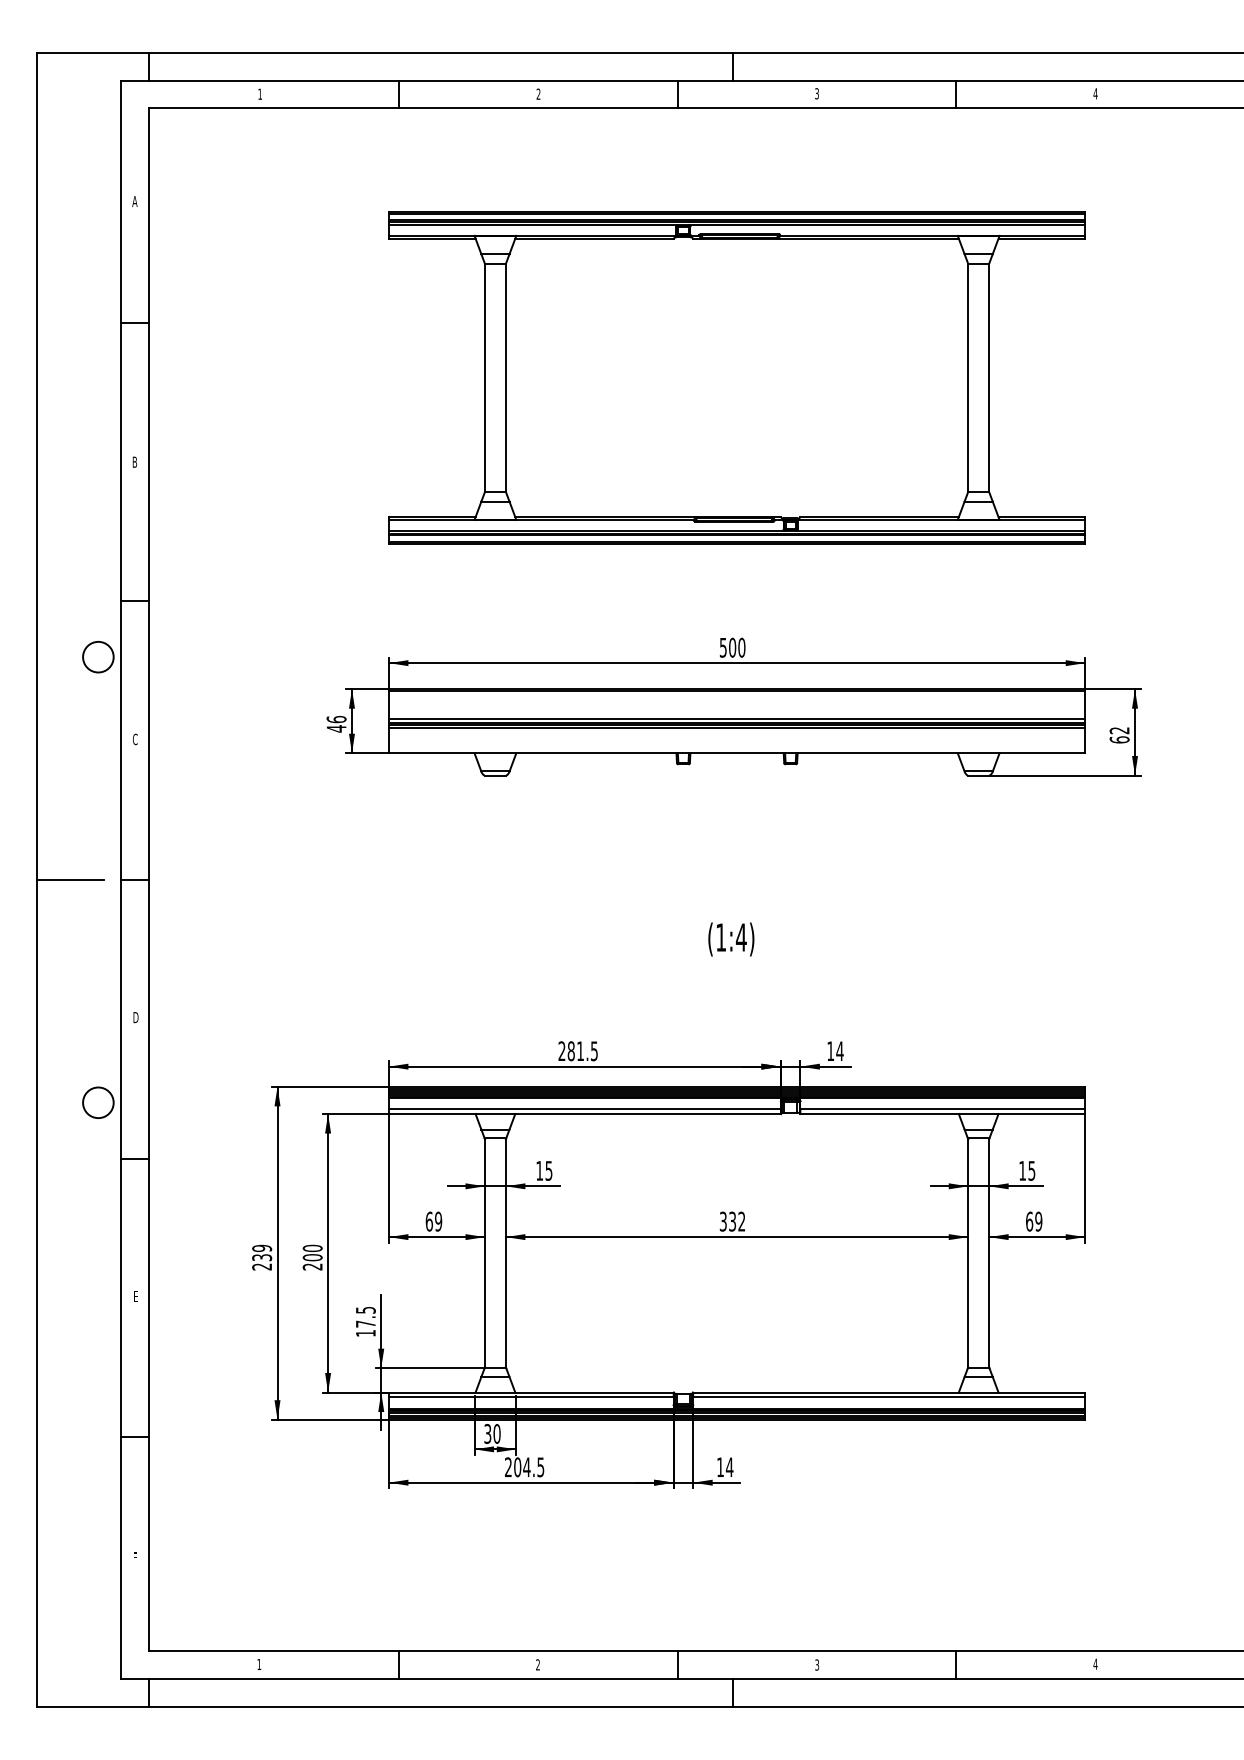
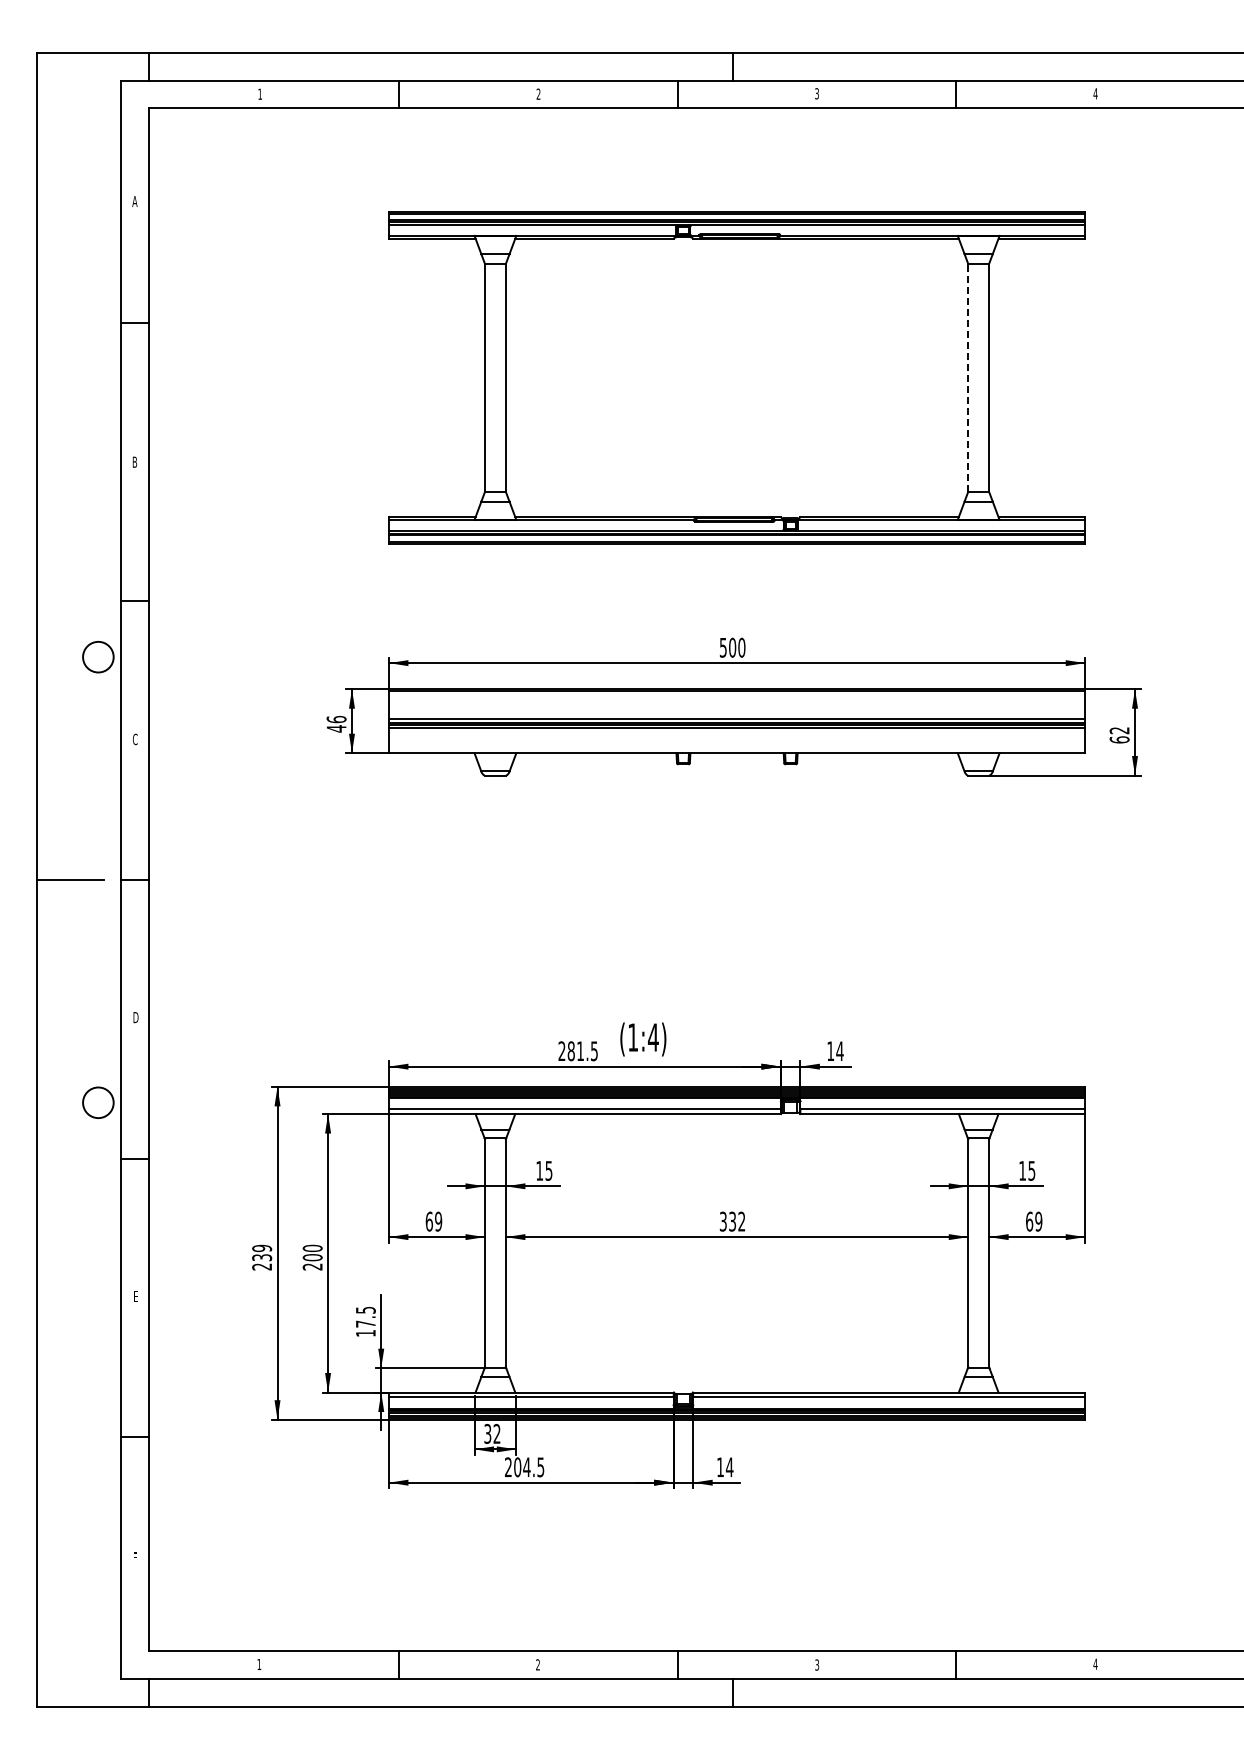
line at (968, 377): solid -> dashed
text at (731, 939) position: (731, 939) -> (643, 1039)
text at (496, 1433): 30 -> 32
